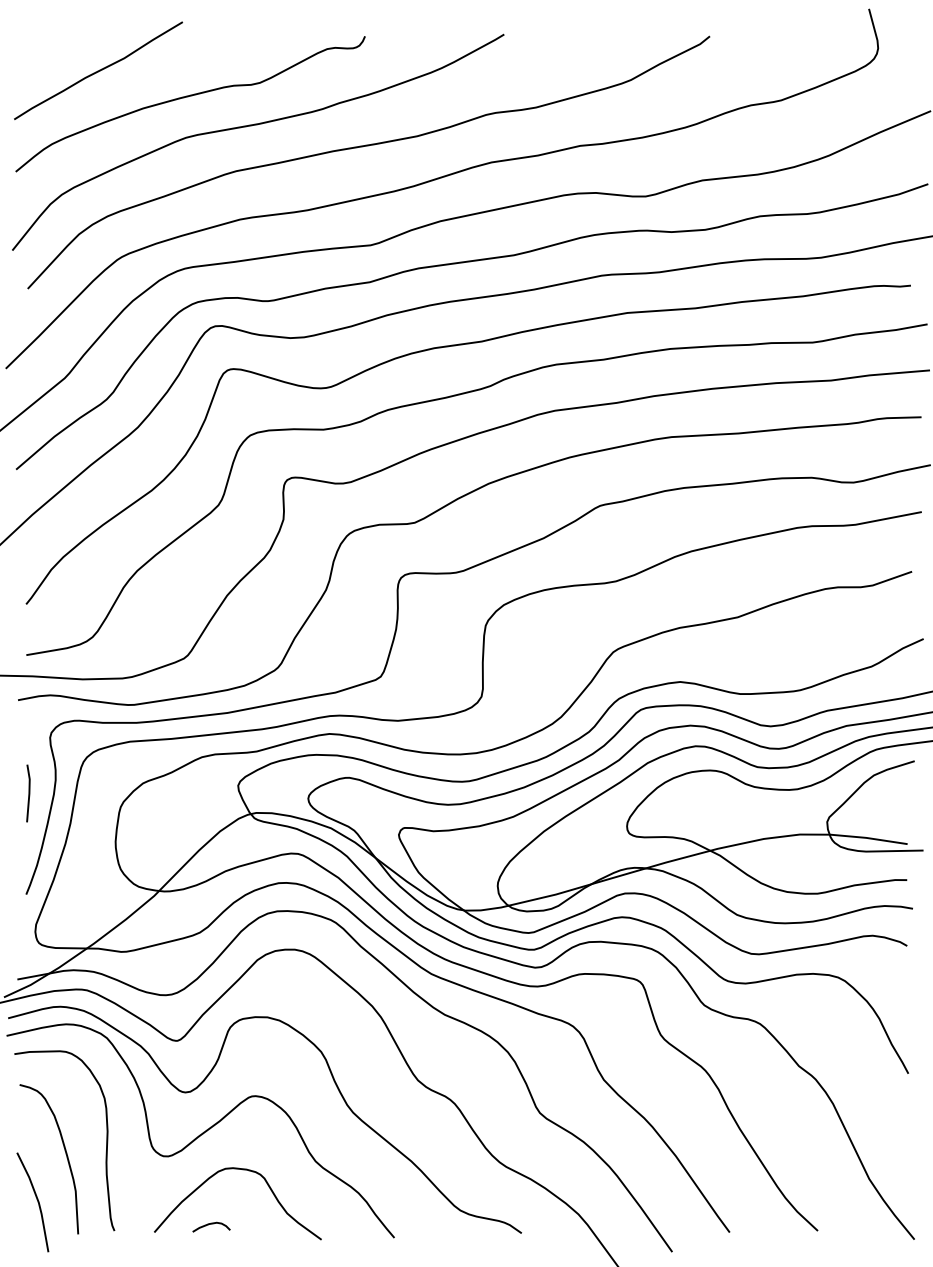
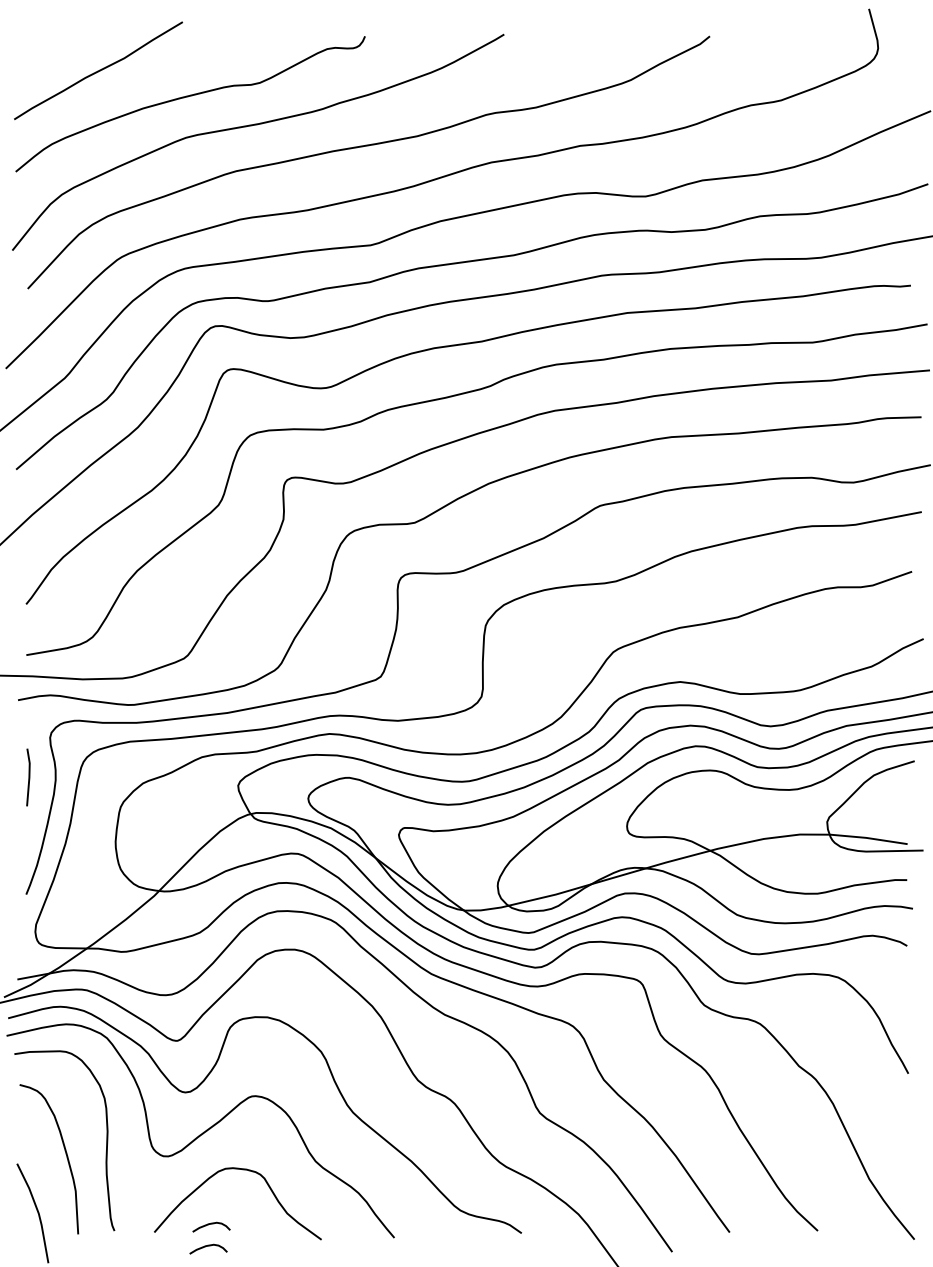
line at (28, 793) position: (28, 793) -> (28, 777)
line at (36, 1199) position: (36, 1199) -> (36, 1210)
curve at (208, 1246): none -> present
